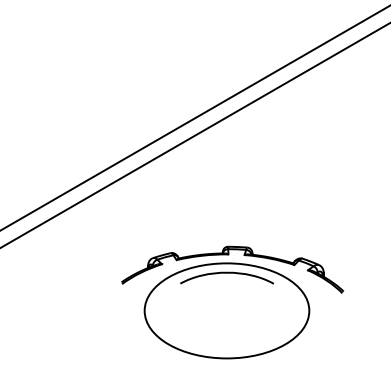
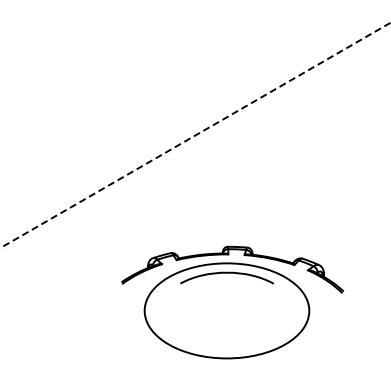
line at (194, 118): present -> none
line at (196, 135): solid -> dashed
